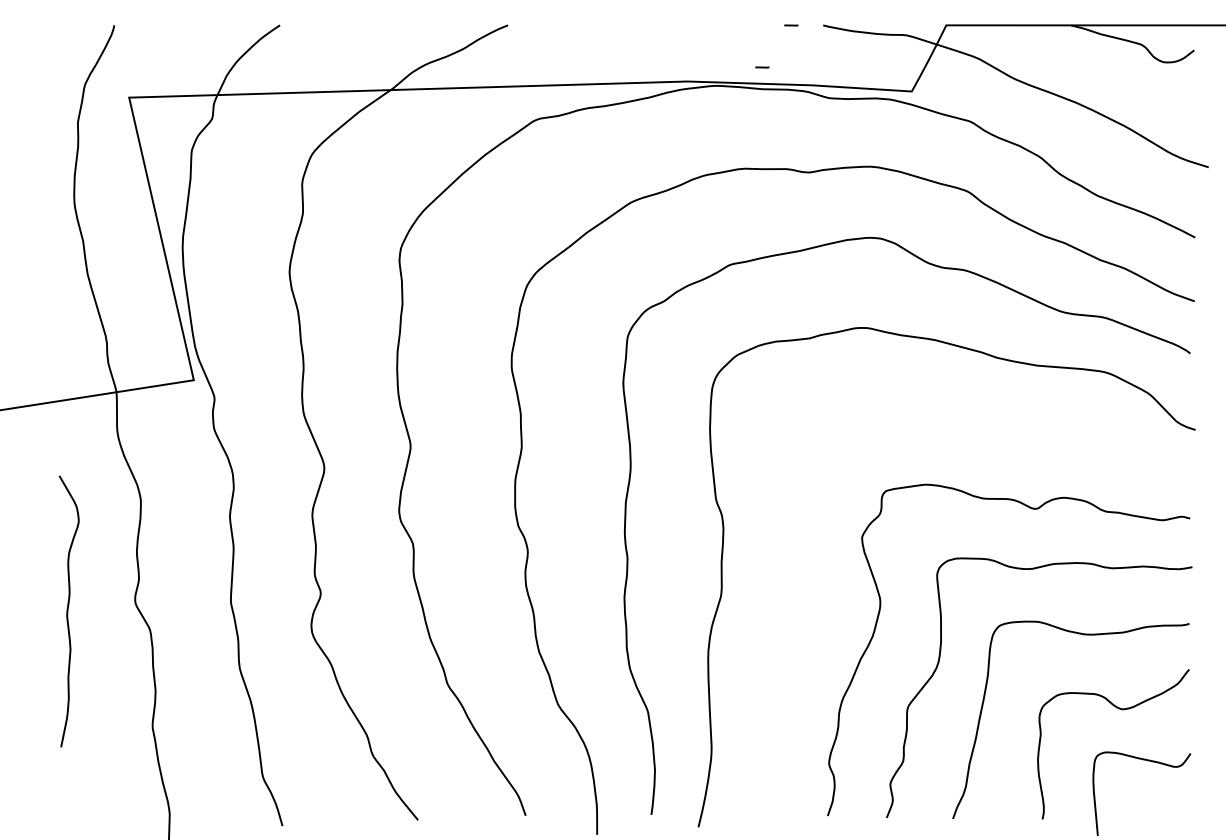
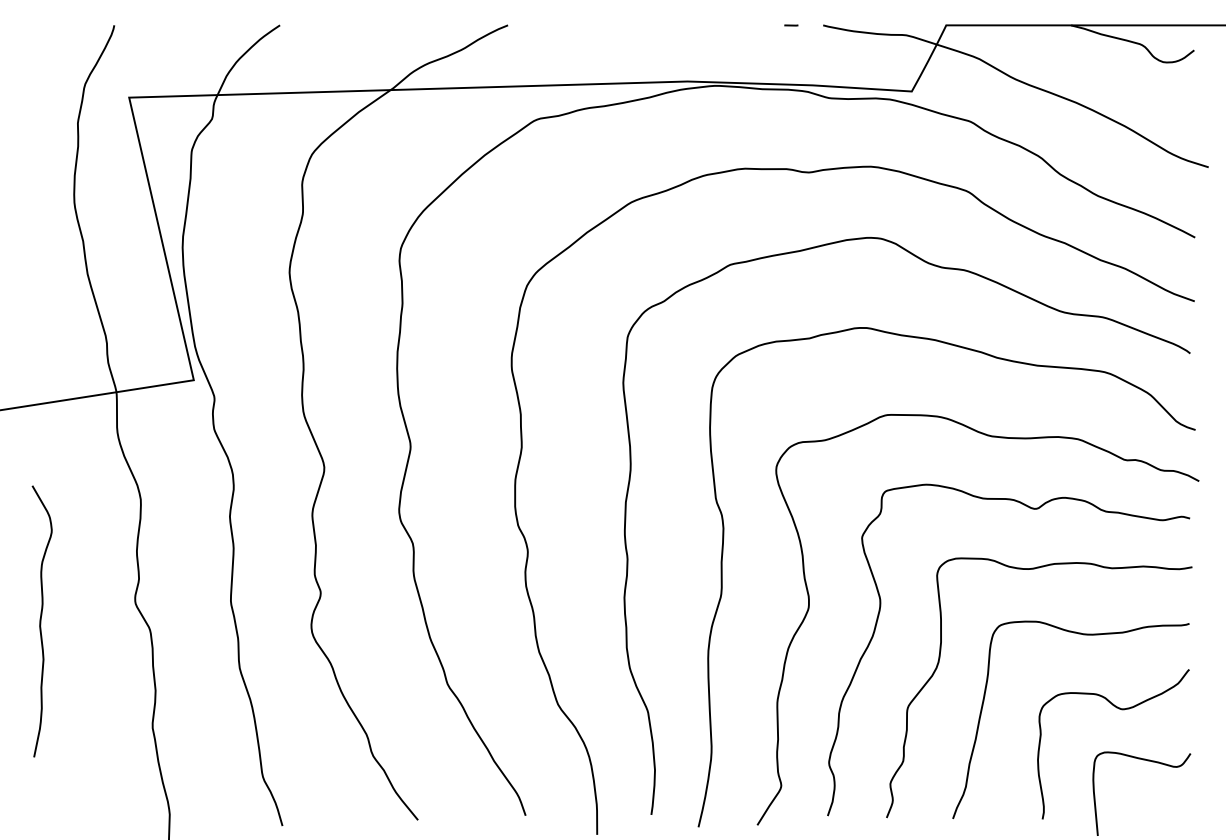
line at (762, 67): present -> none
curve at (809, 609): none -> present
curve at (68, 611) position: (68, 611) -> (41, 621)
